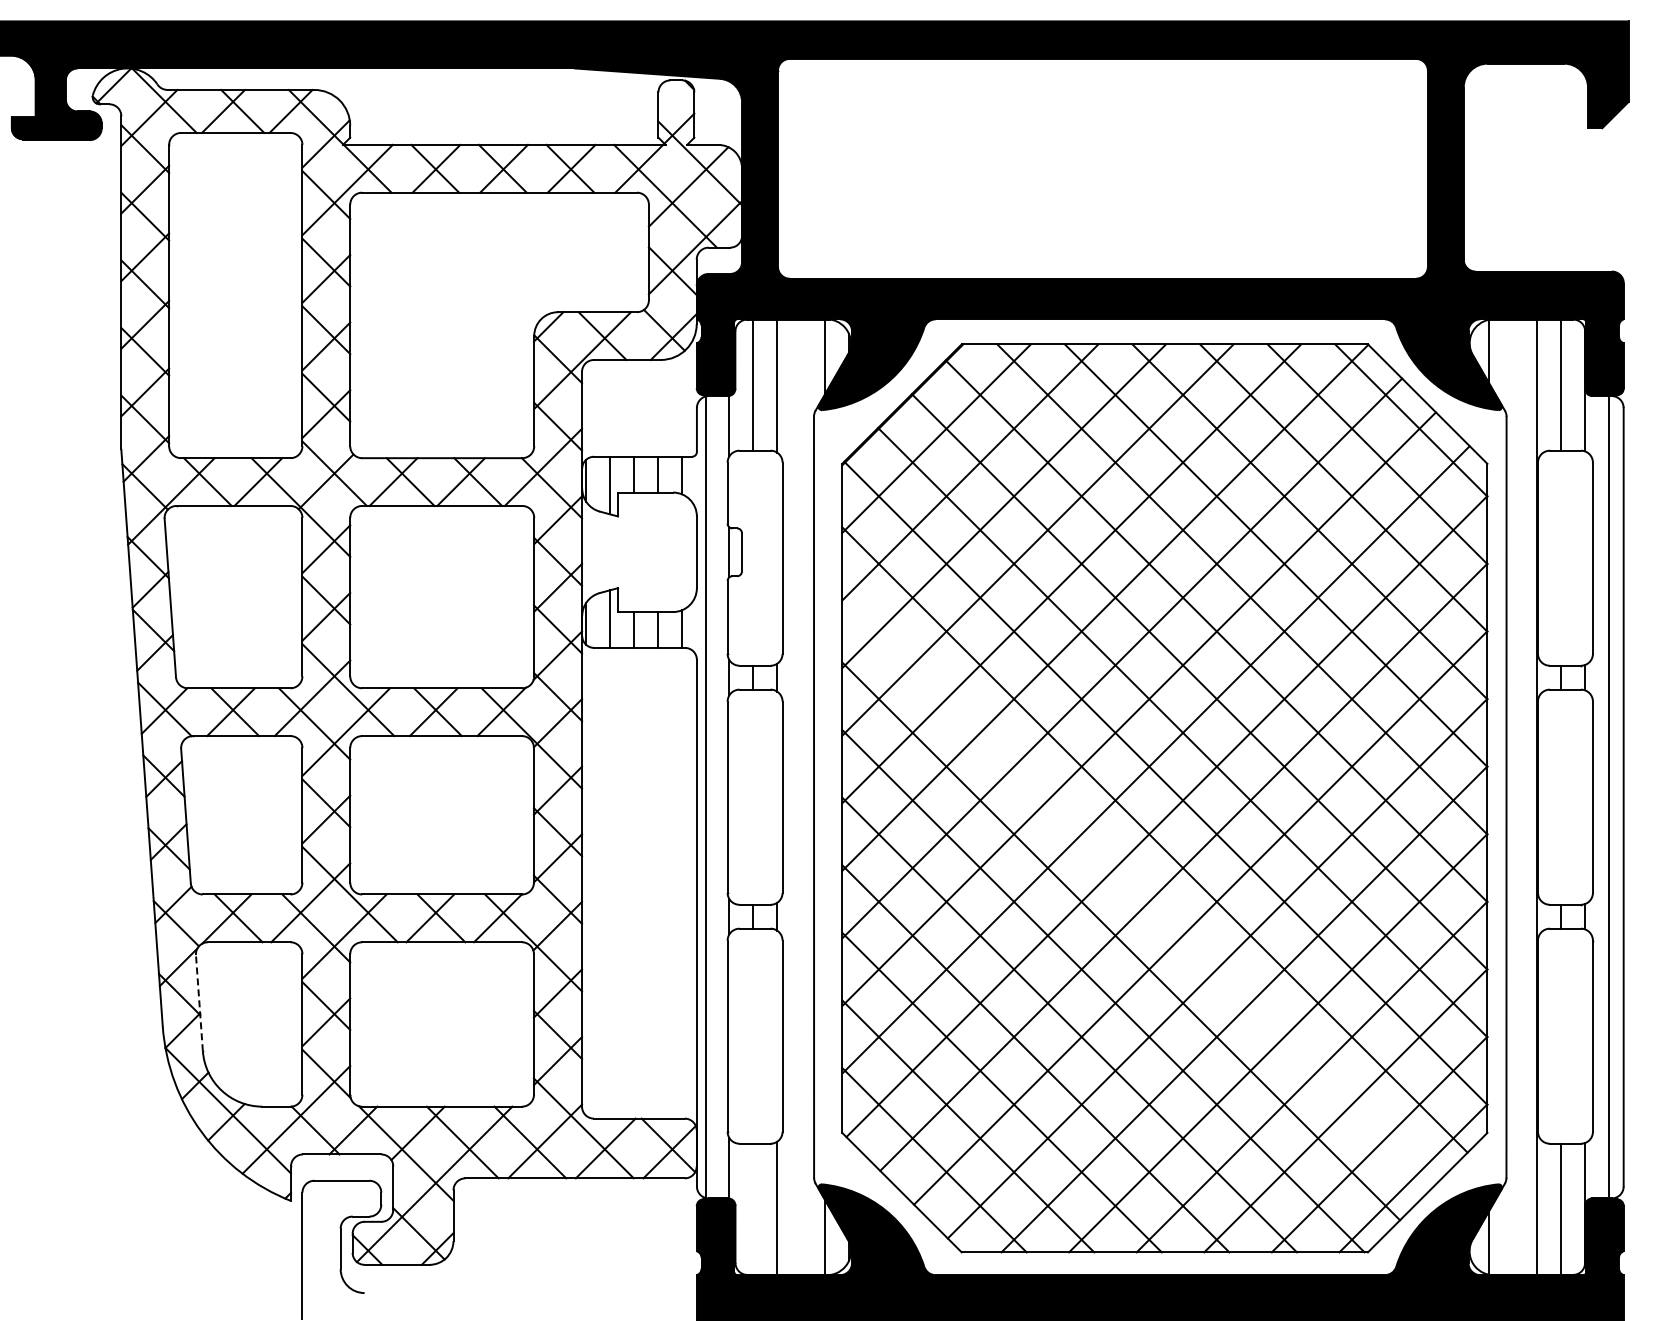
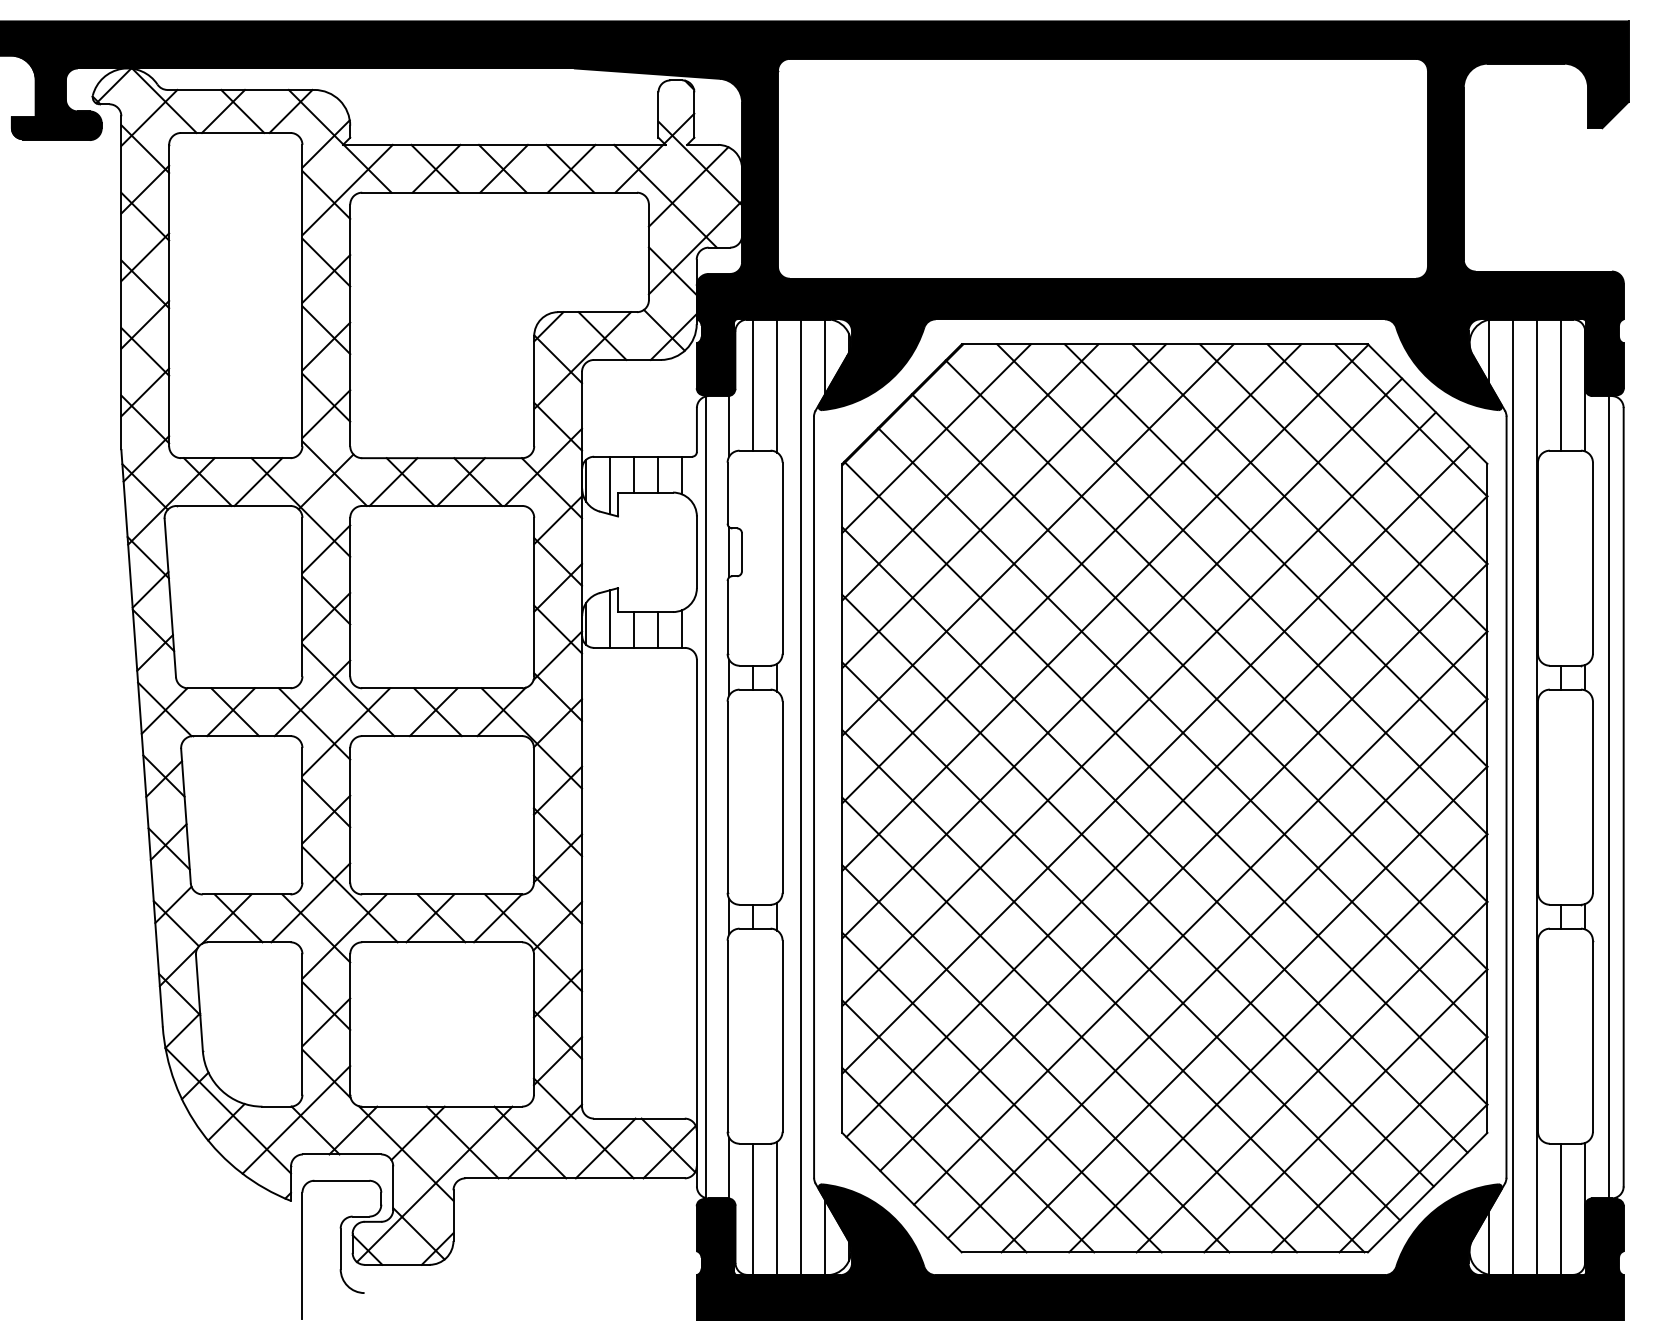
line at (801, 796): none -> present
line at (1513, 796): none -> present
line at (1137, 890): none -> present
line at (199, 1002): dashed -> solid
line at (753, 1208): none -> present
